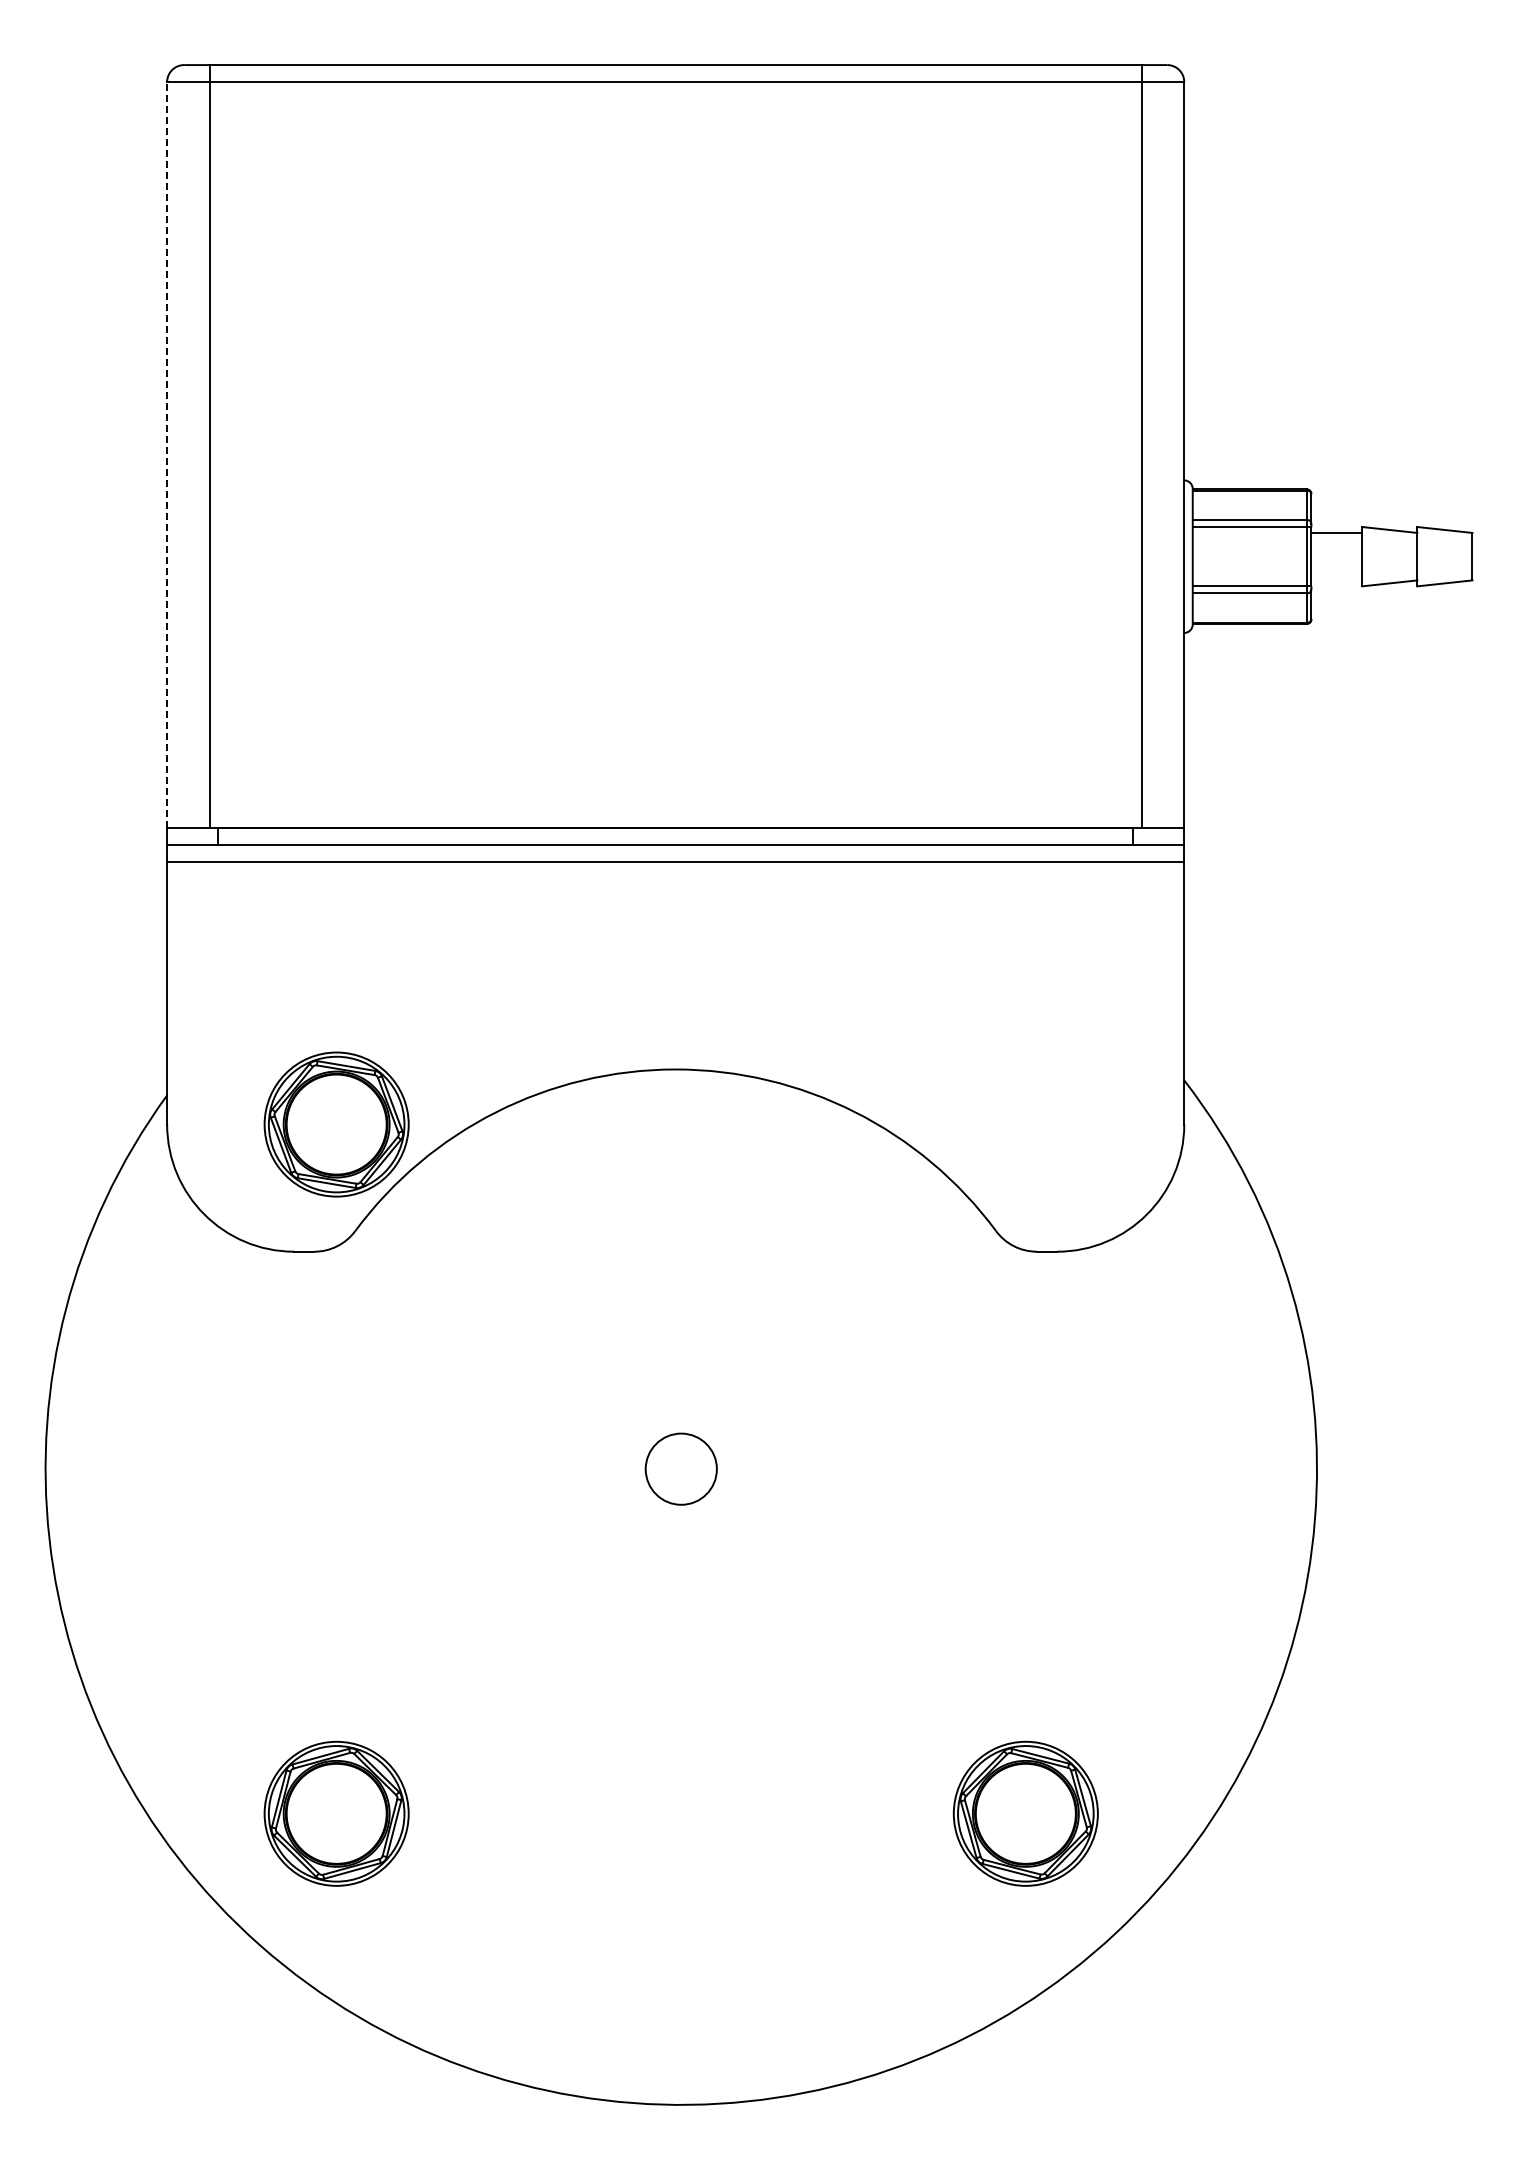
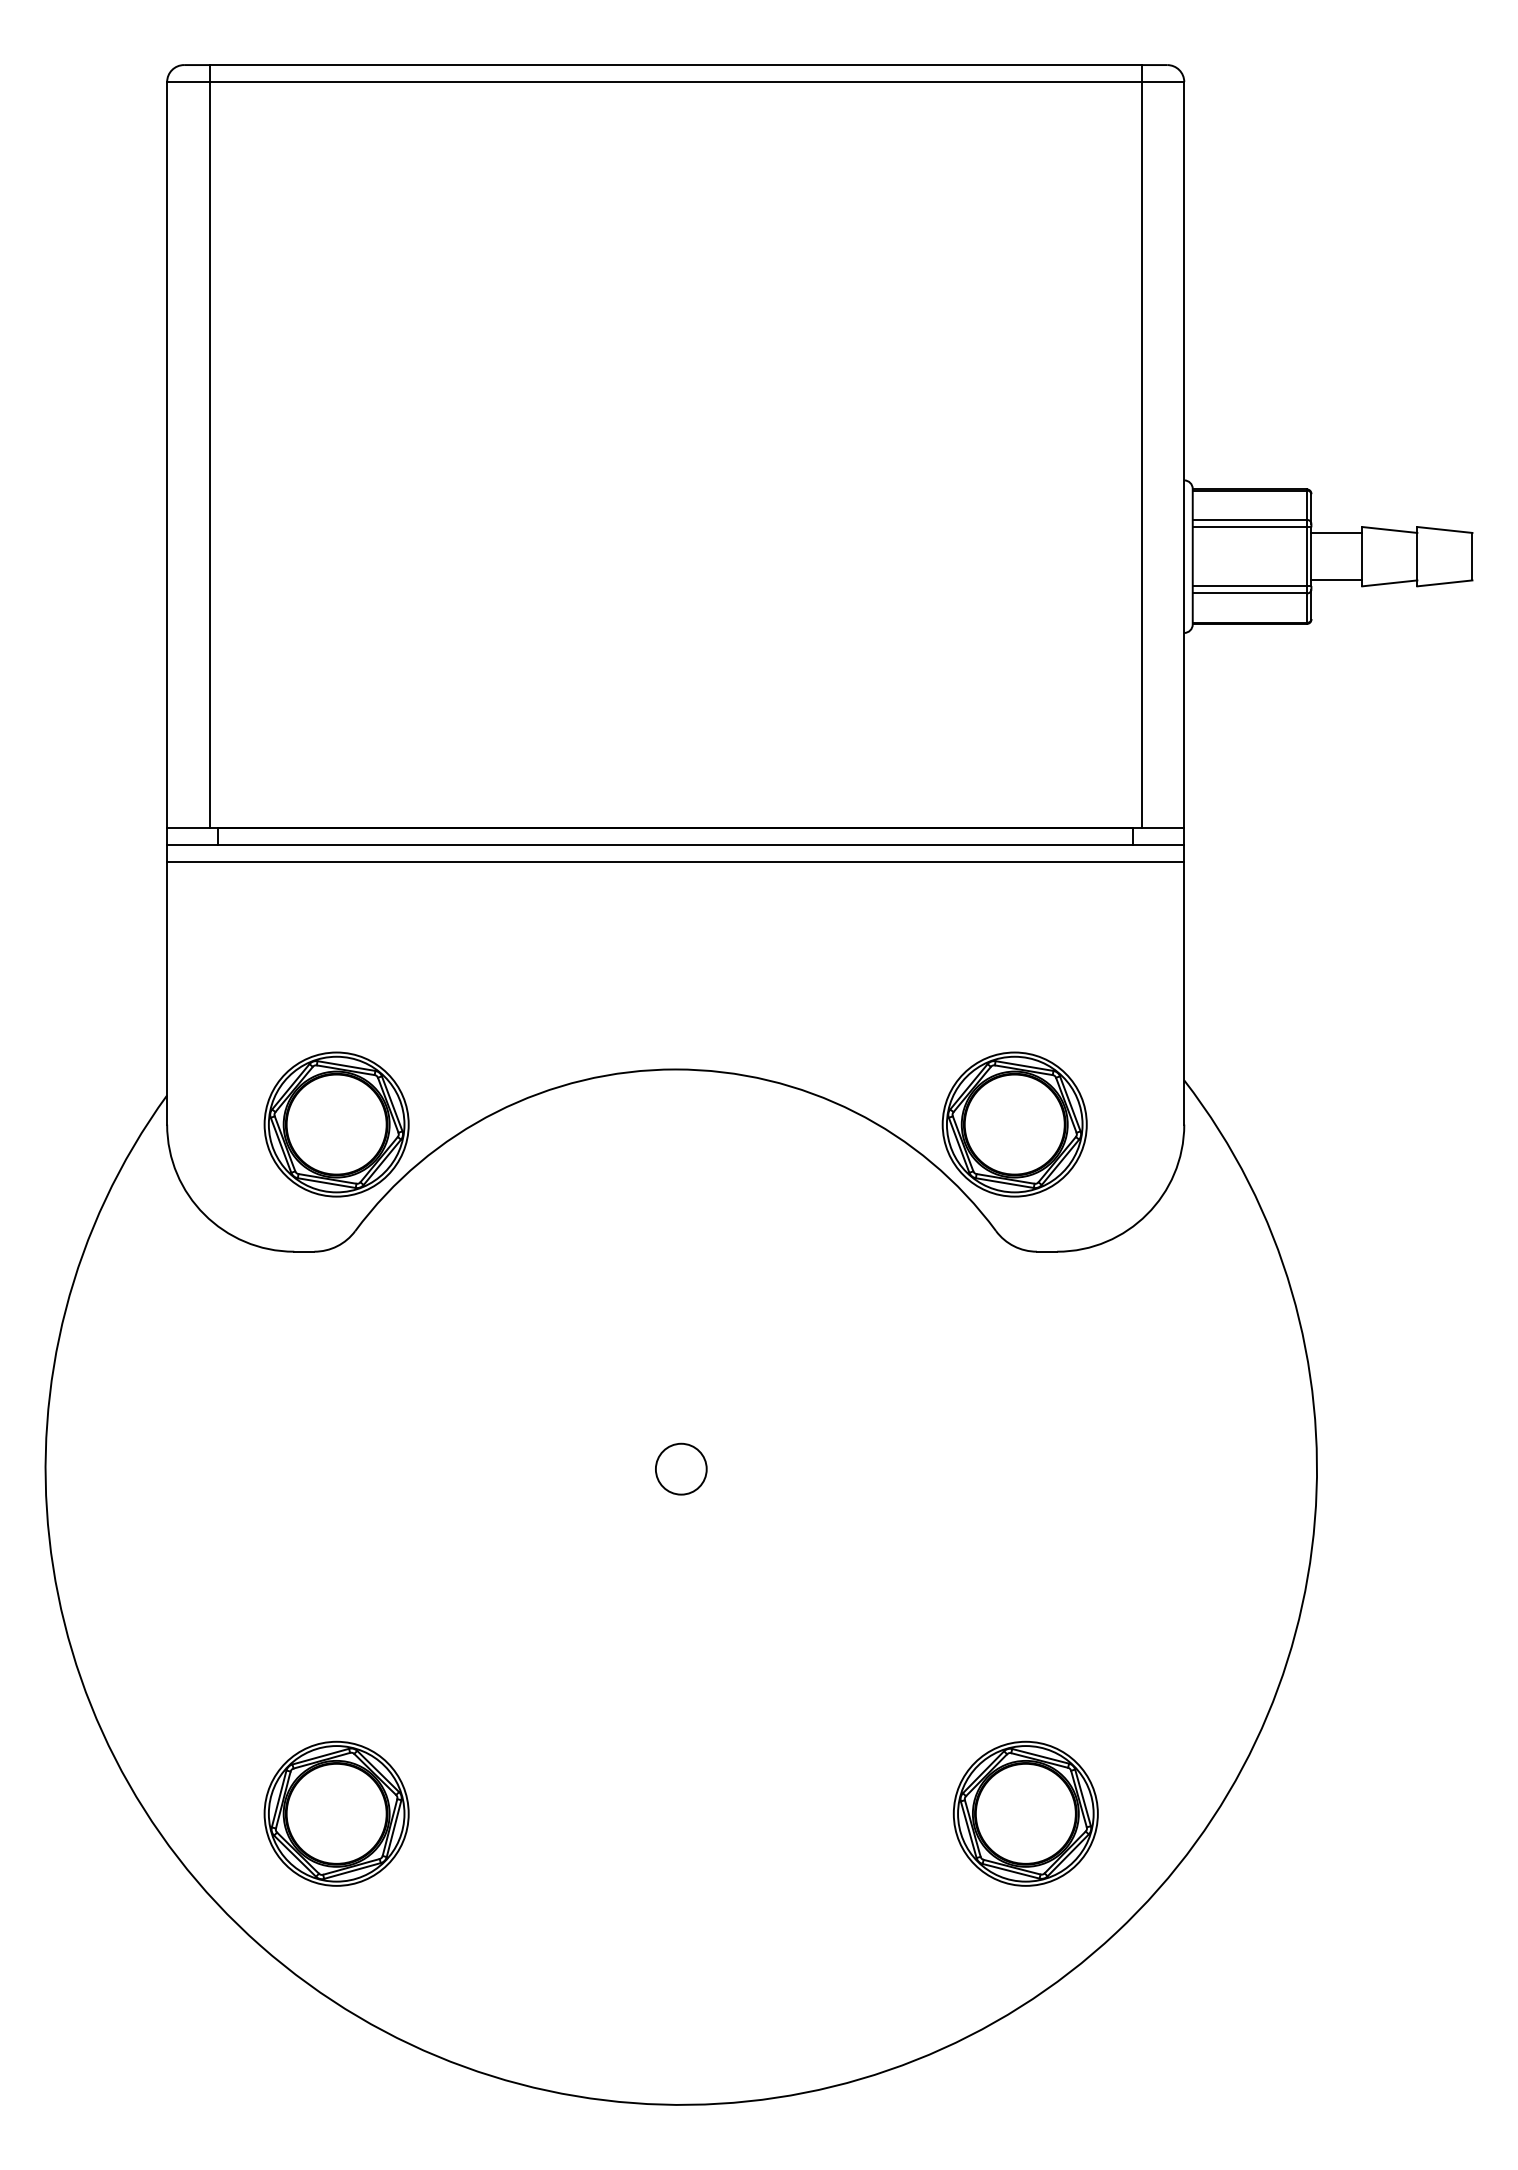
line at (167, 454): dashed -> solid
line at (1336, 580): none -> present
part at (1014, 1124): none -> present
circle at (680, 1468) diameter: 71 px -> 51 px
